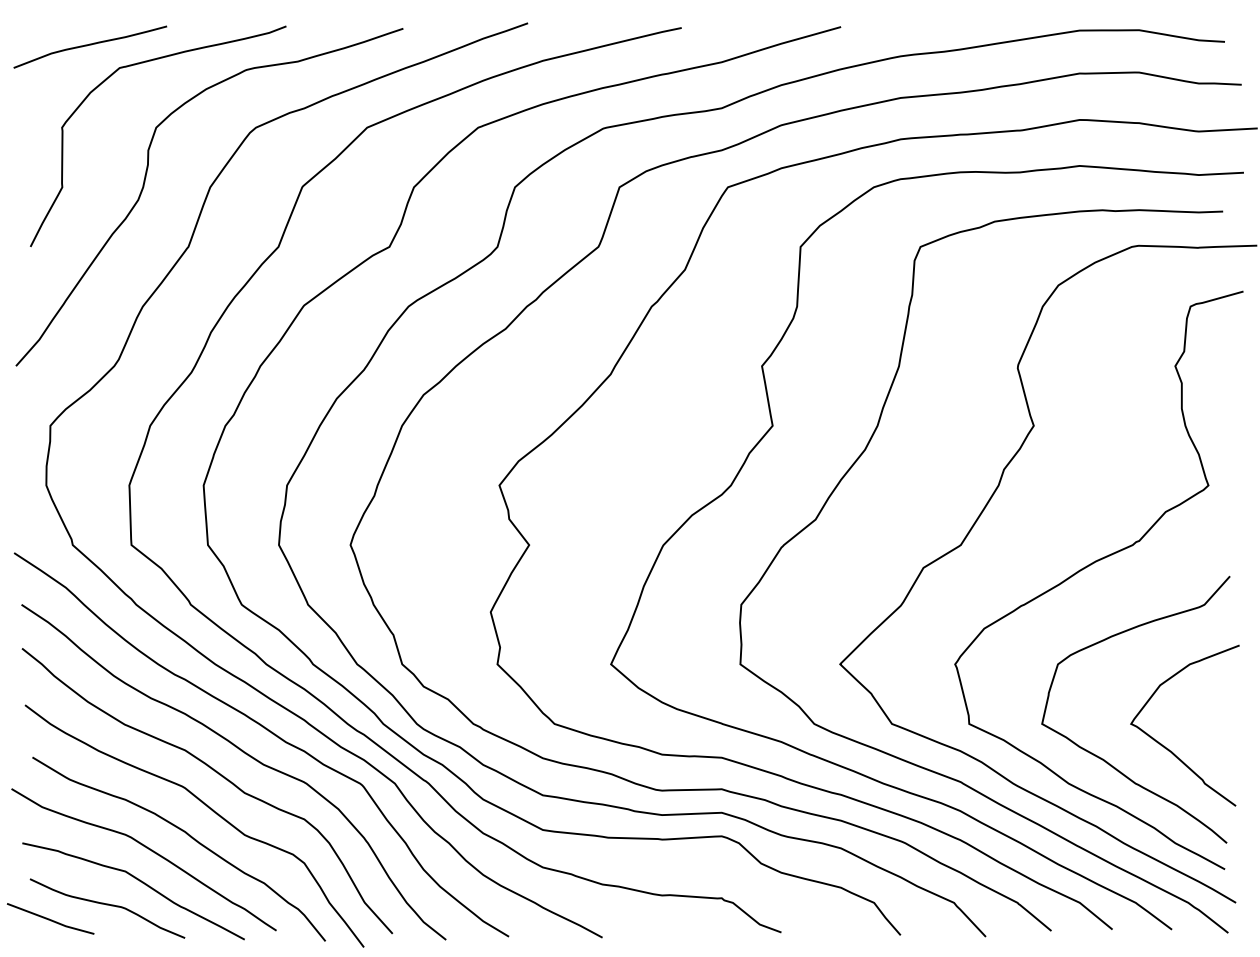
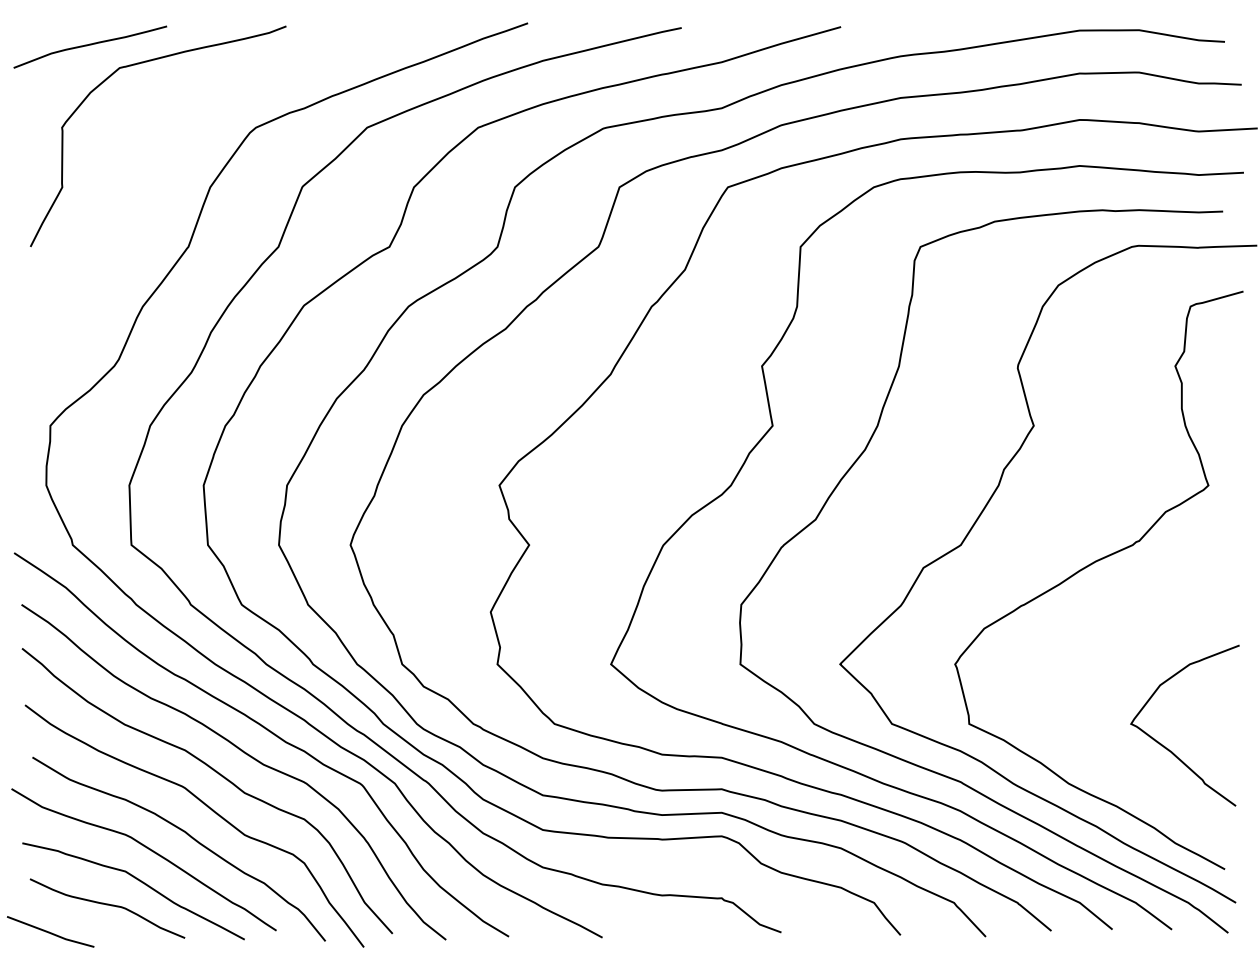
curve at (145, 182): present -> none
curve at (1103, 758): present -> none
line at (49, 918) position: (49, 918) -> (49, 931)
